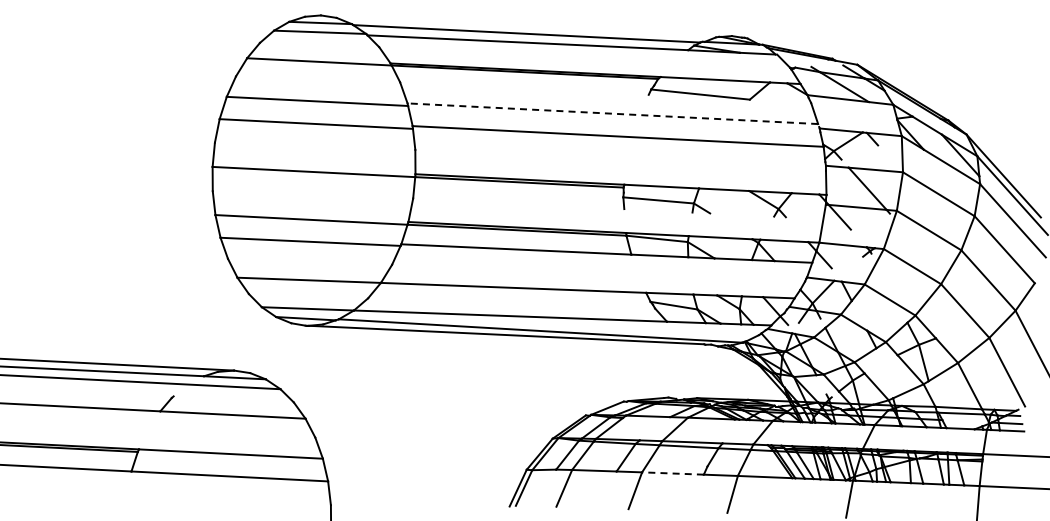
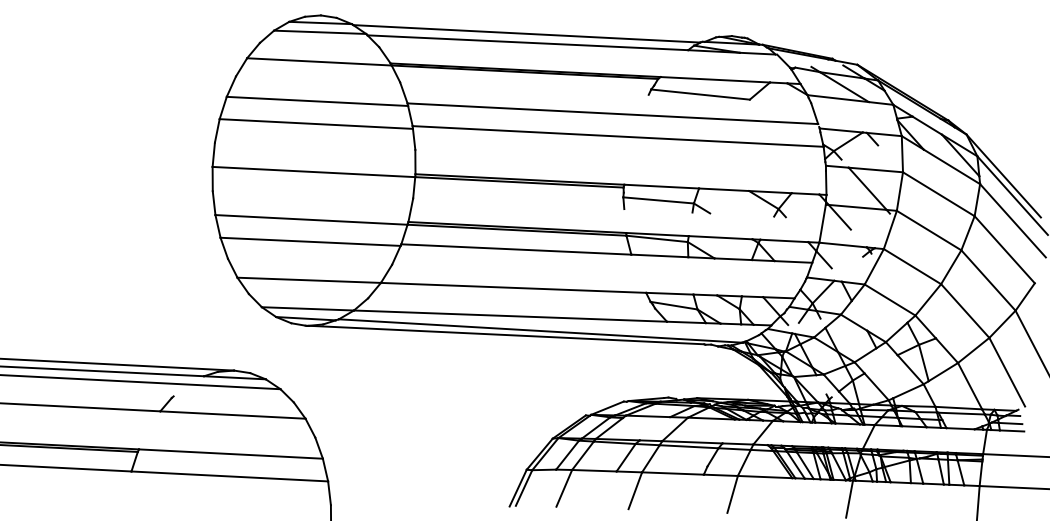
line at (612, 113): dashed -> solid
line at (672, 473): dashed -> solid
